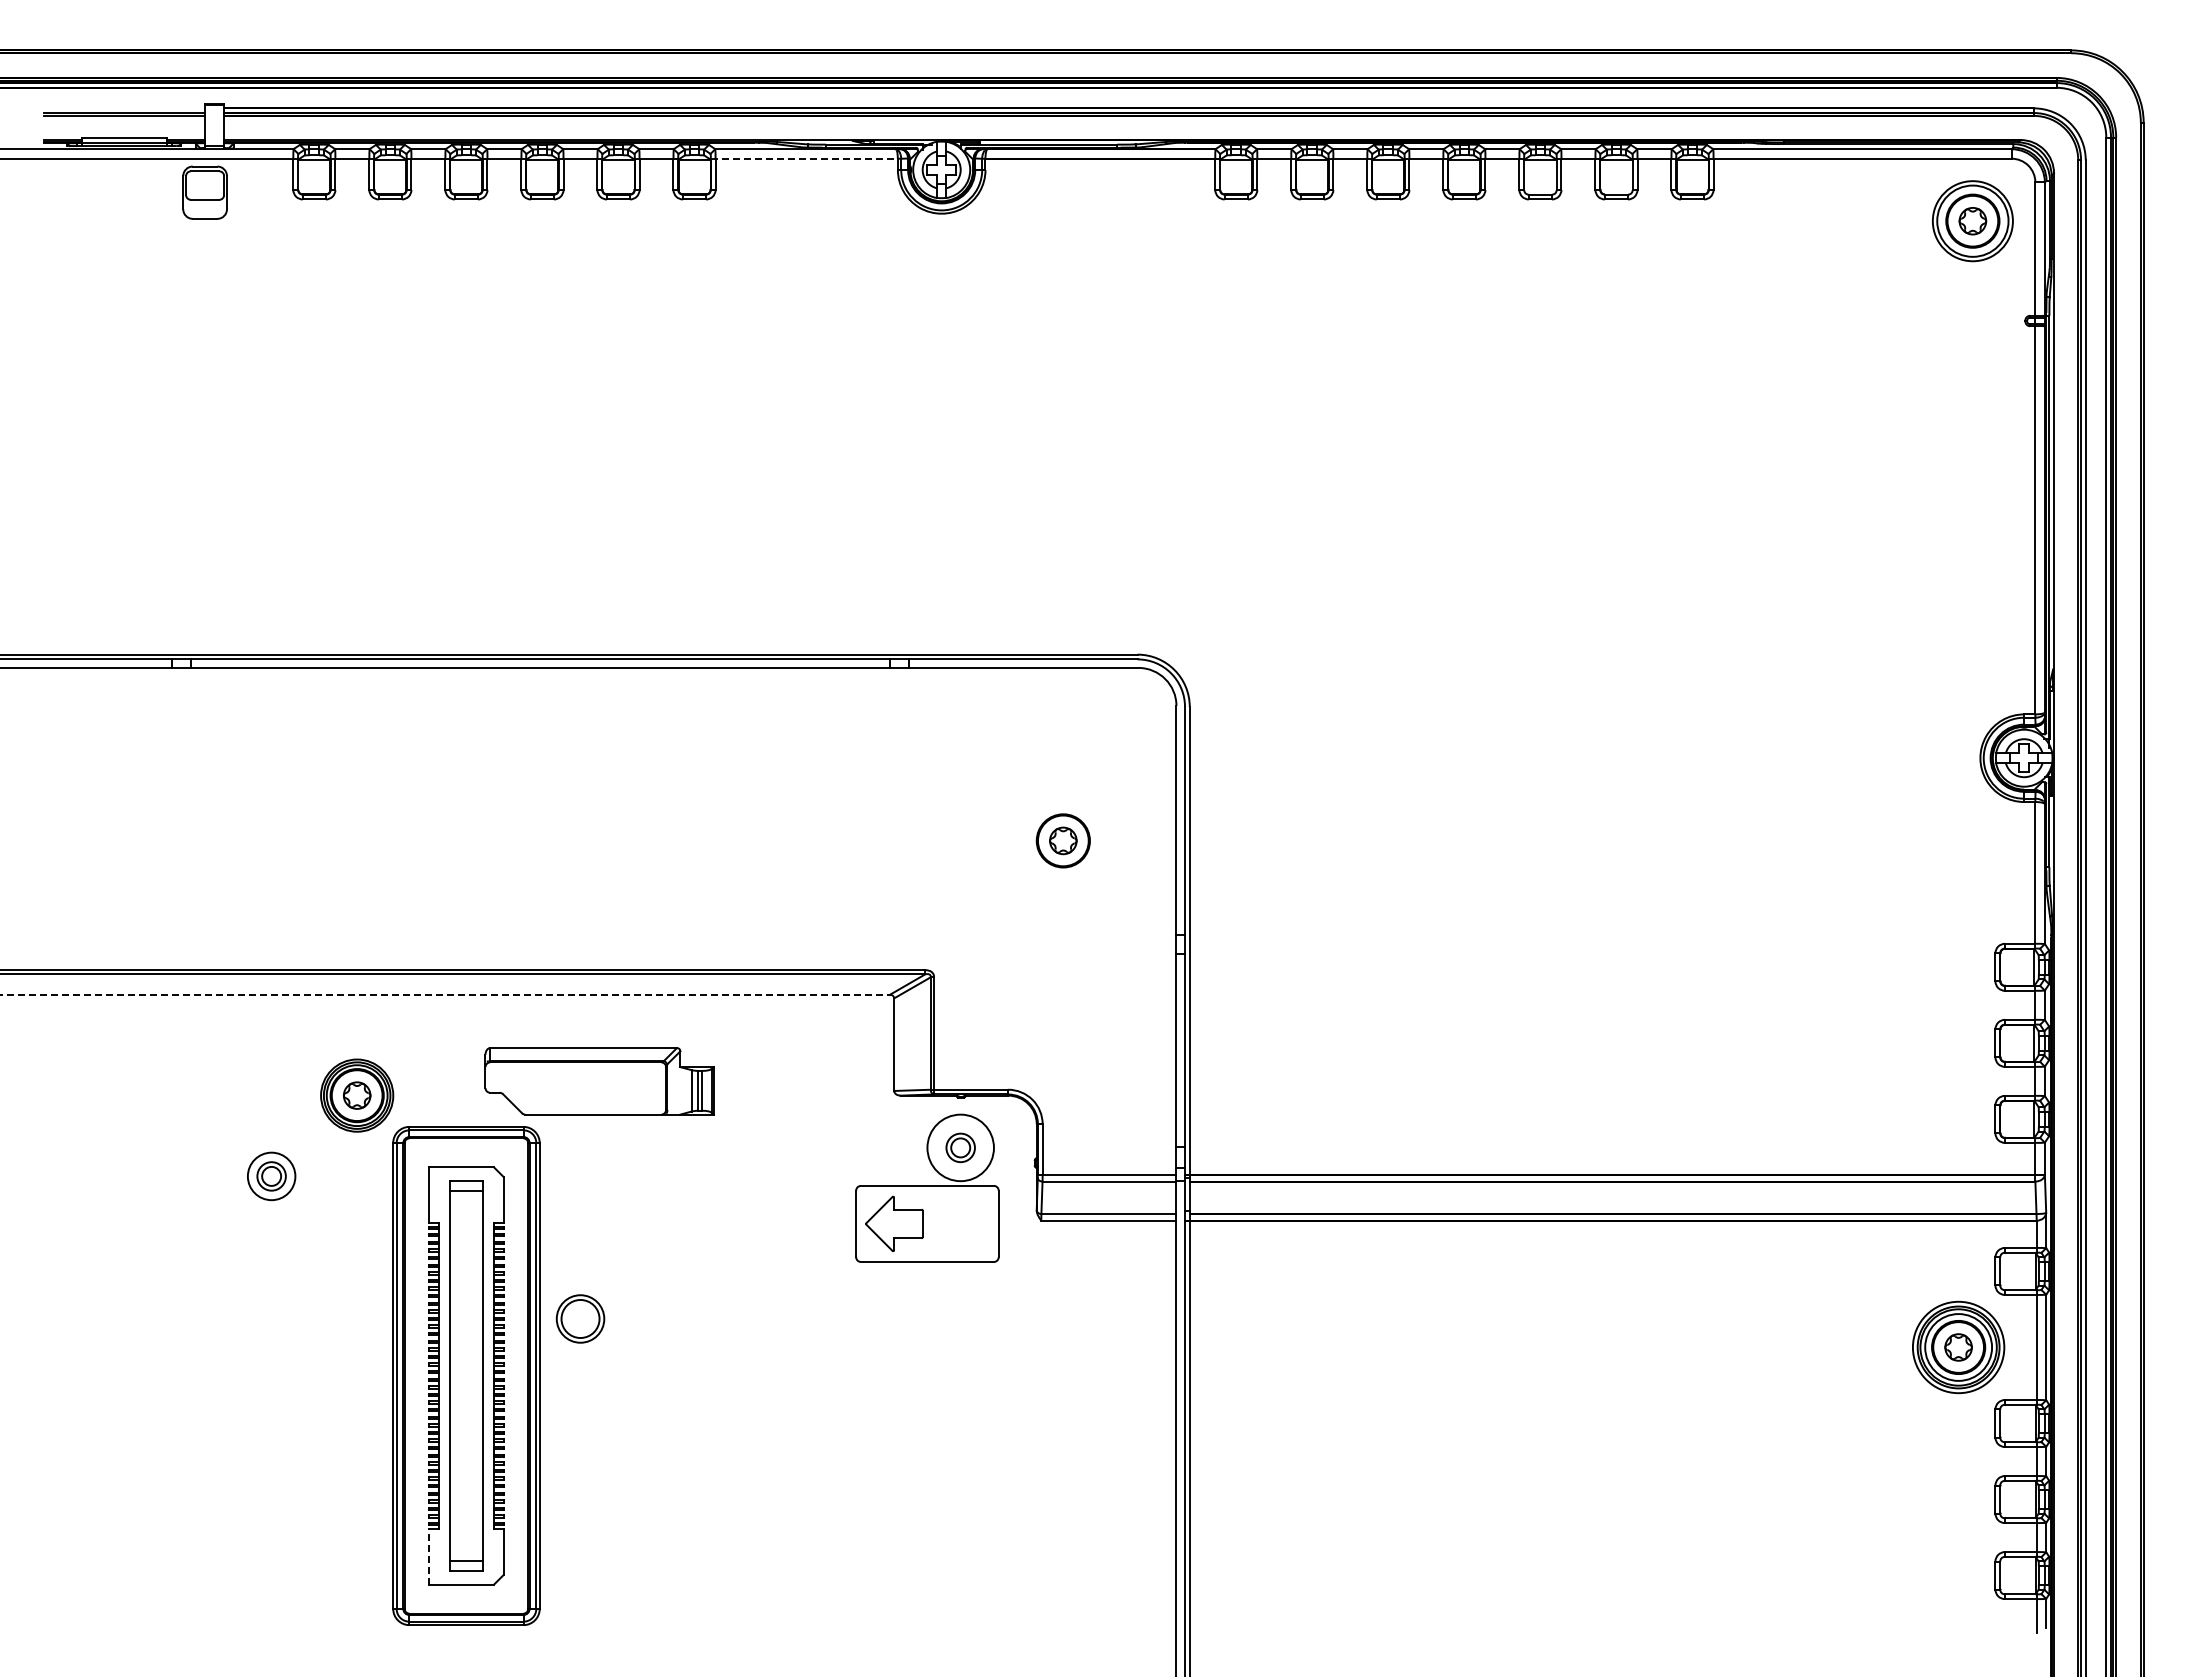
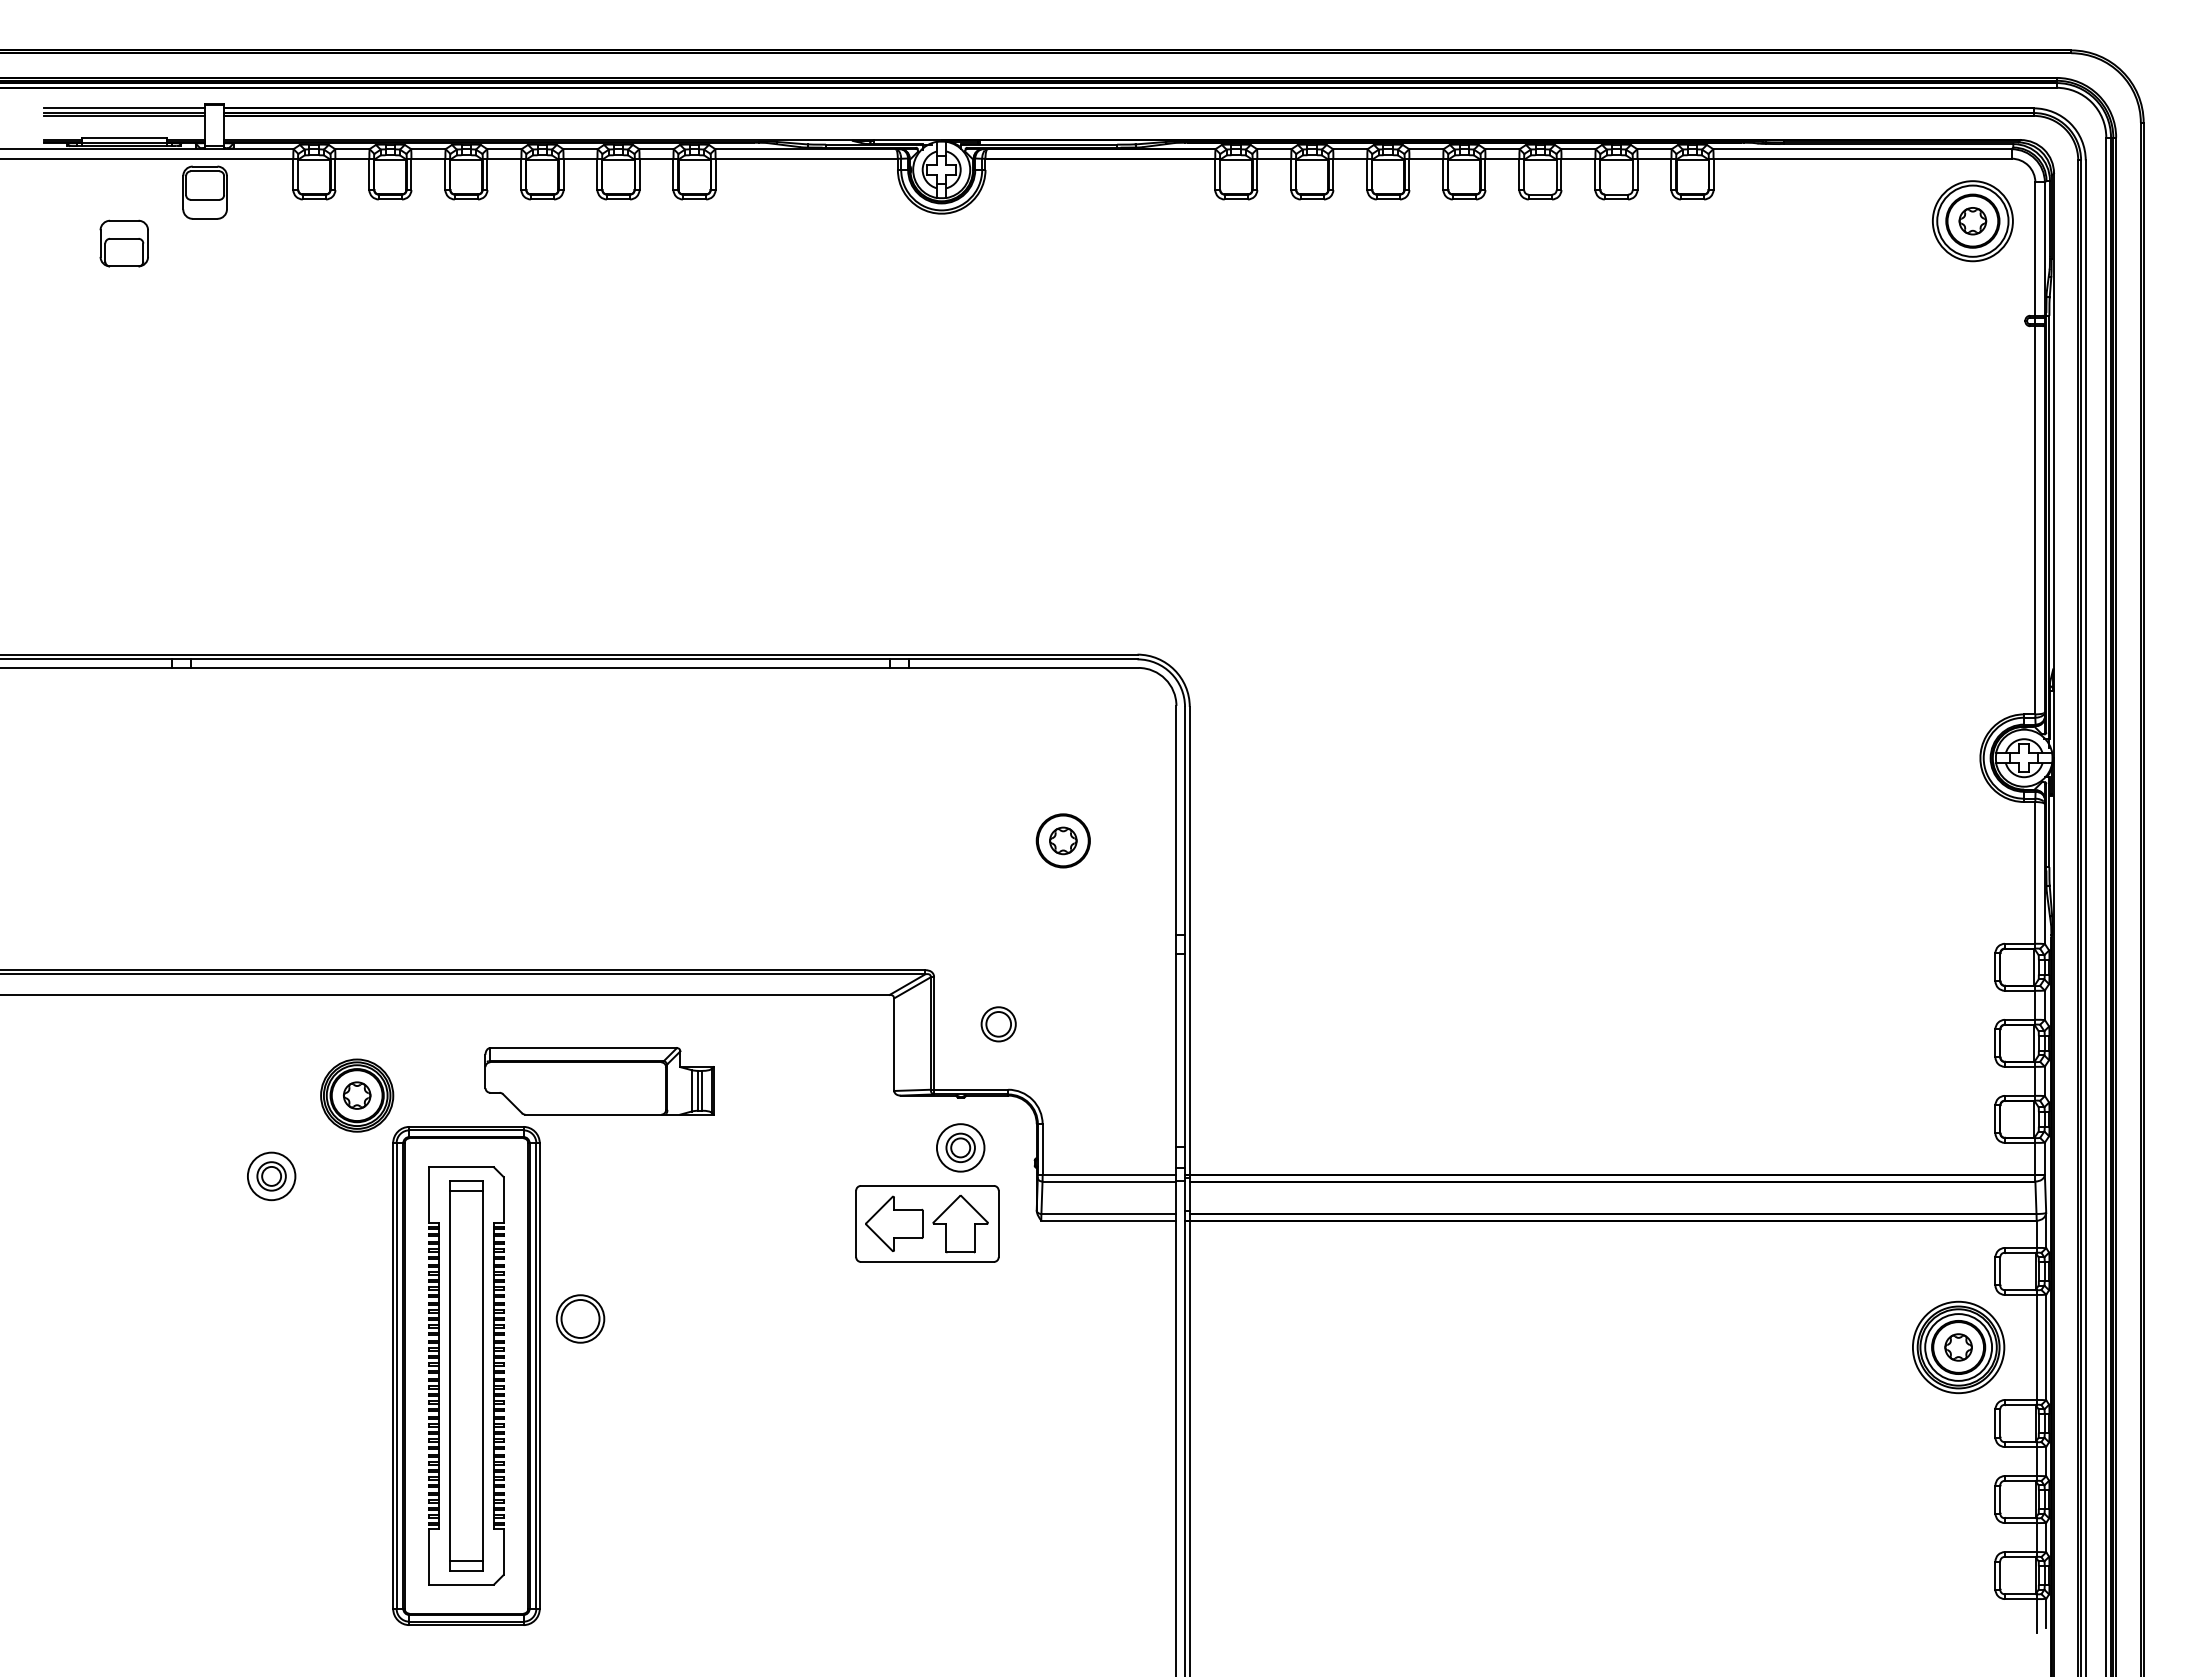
line at (124, 108): none -> present
line at (804, 158): dashed -> solid
part at (123, 243): none -> present
line at (445, 994): dashed -> solid
part at (998, 1024): none -> present
circle at (960, 1147) diameter: 67 px -> 48 px
part at (960, 1224): none -> present
line at (429, 1556): dashed -> solid
